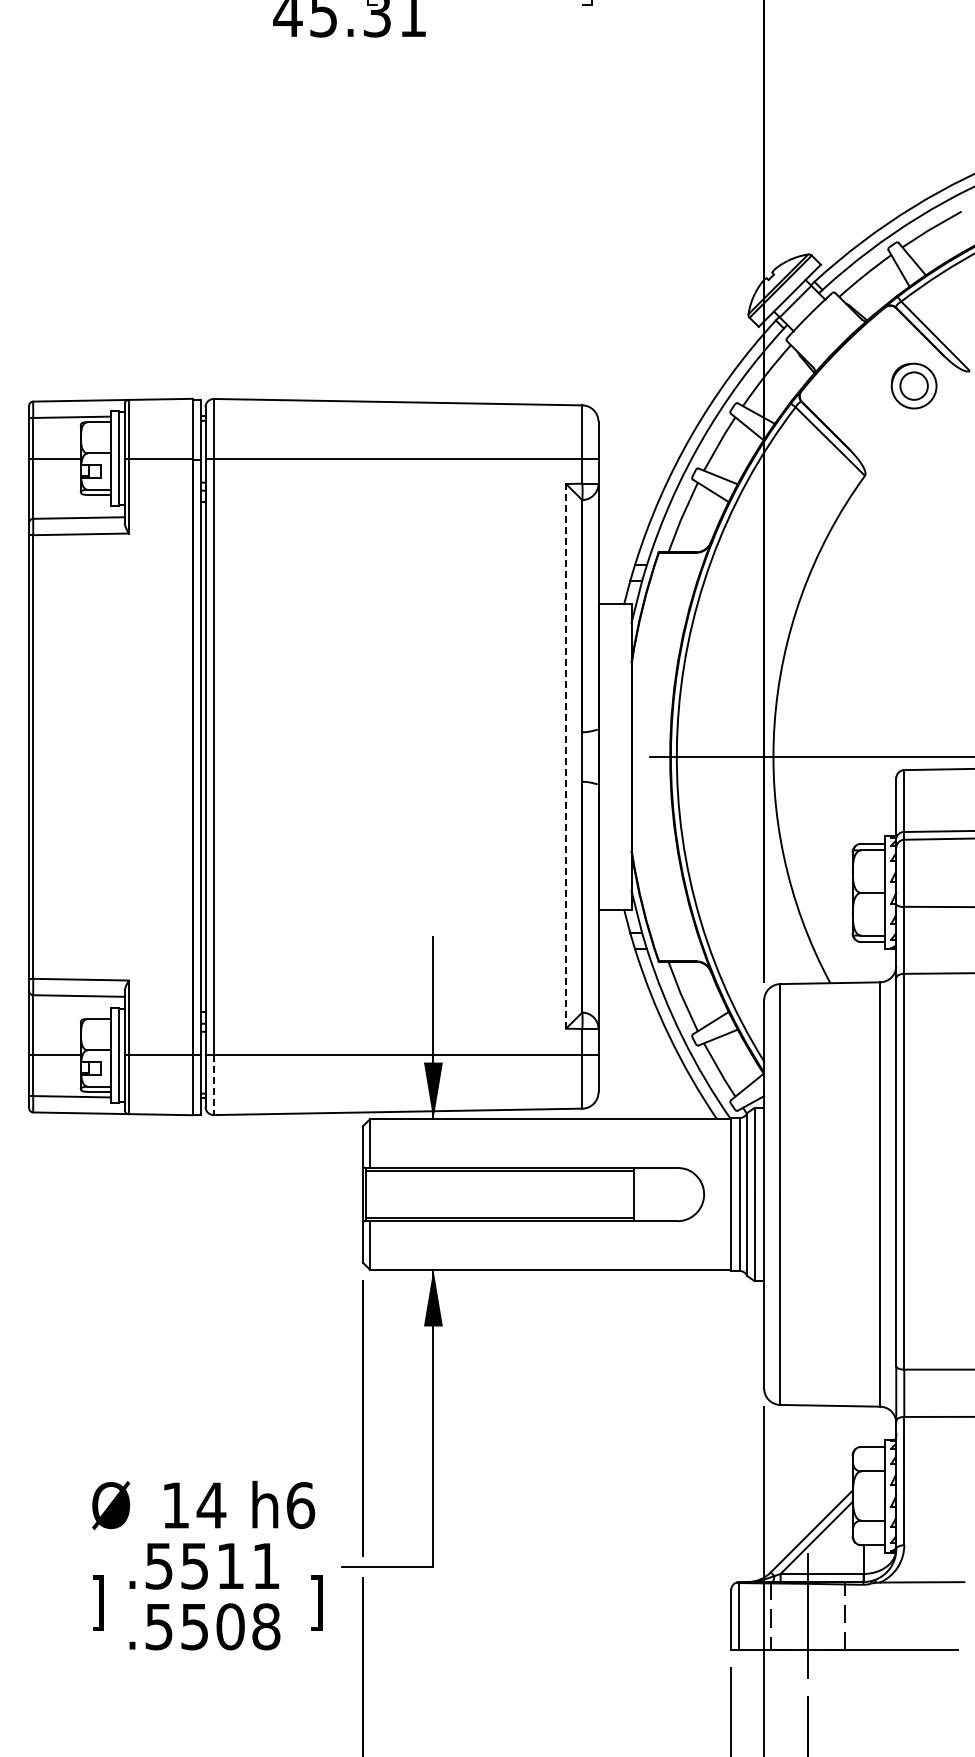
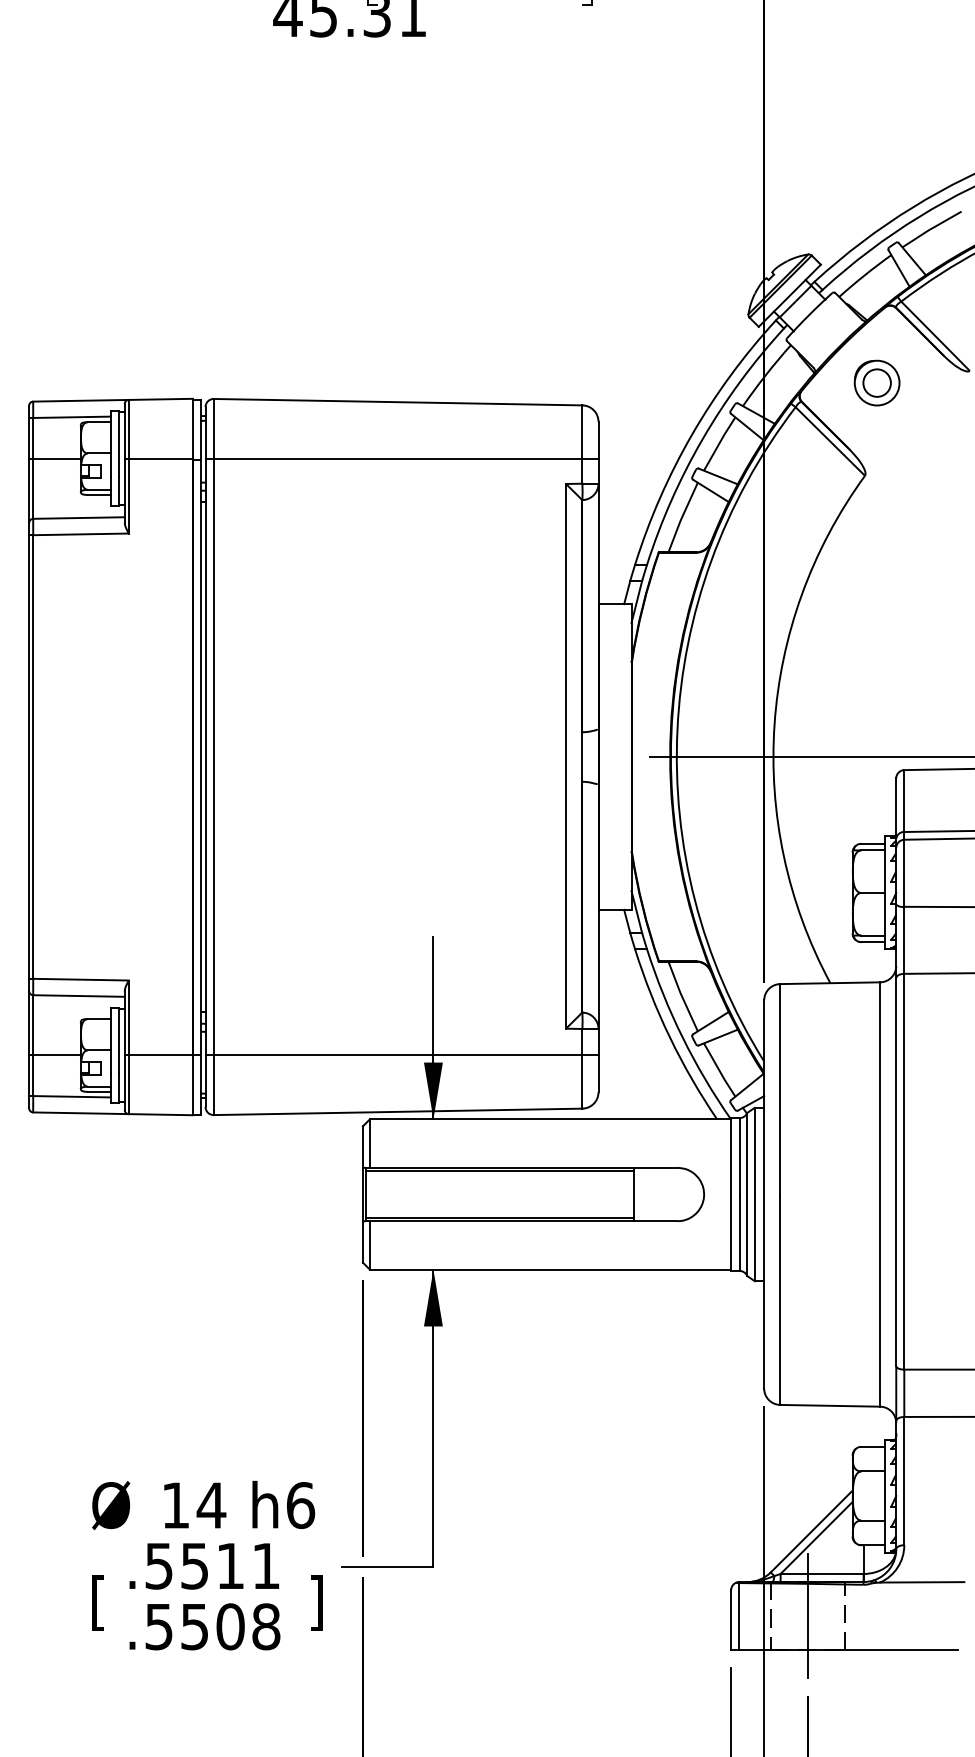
part at (913, 385) position: (913, 385) -> (876, 382)
line at (566, 755): dashed -> solid
line at (213, 1085): dashed -> solid
text at (97, 1602): ] -> [
